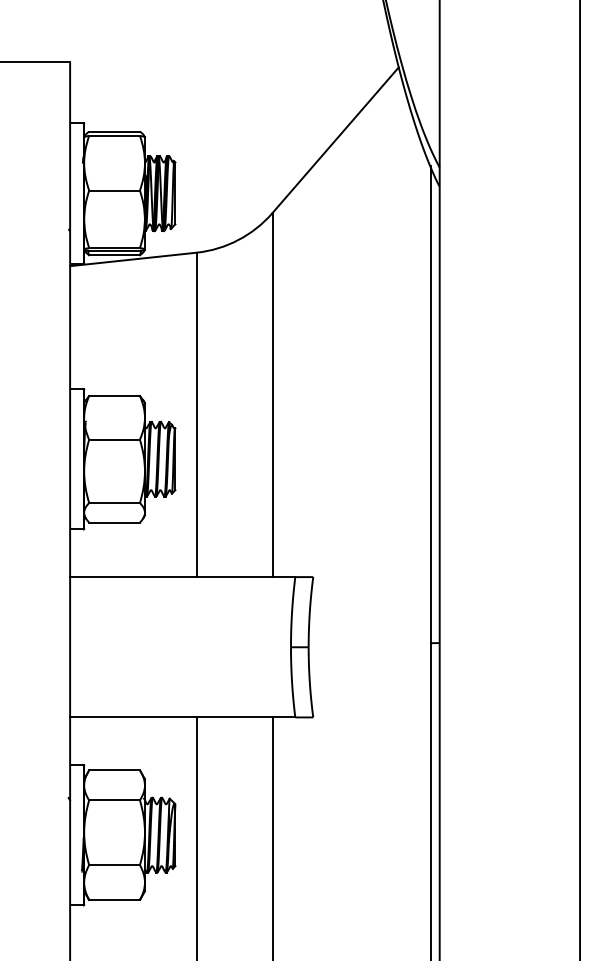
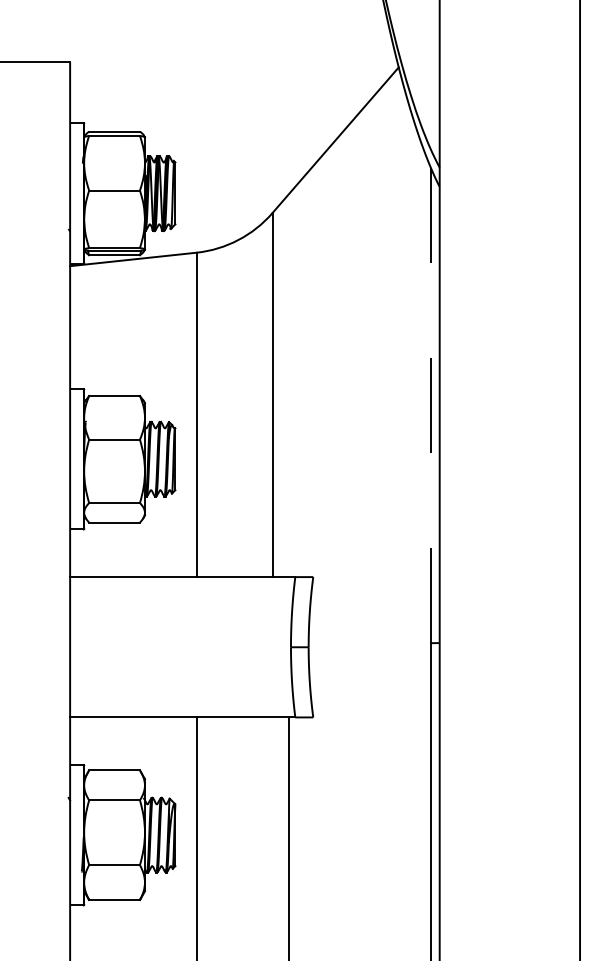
line at (430, 404): solid -> dashed
line at (272, 837) position: (272, 837) -> (288, 837)
